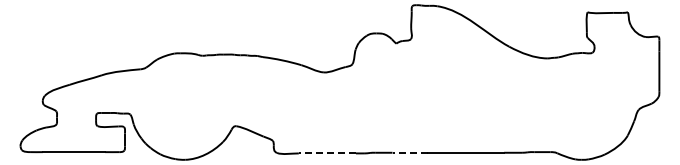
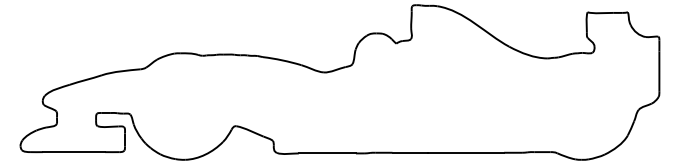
line at (410, 152): dashed -> solid
line at (327, 153): dashed -> solid
